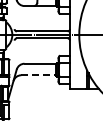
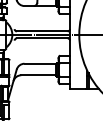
line at (39, 75): dashed -> solid
